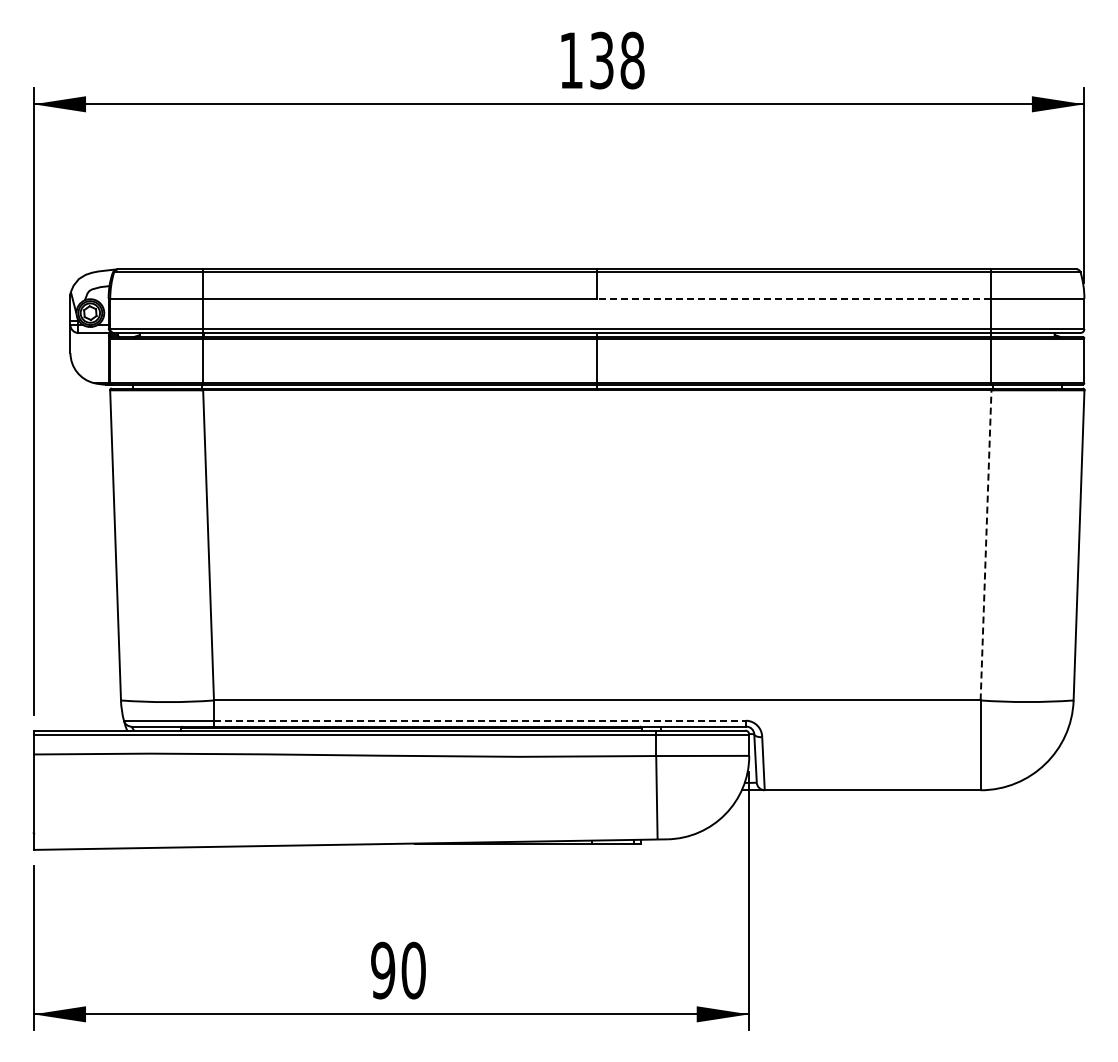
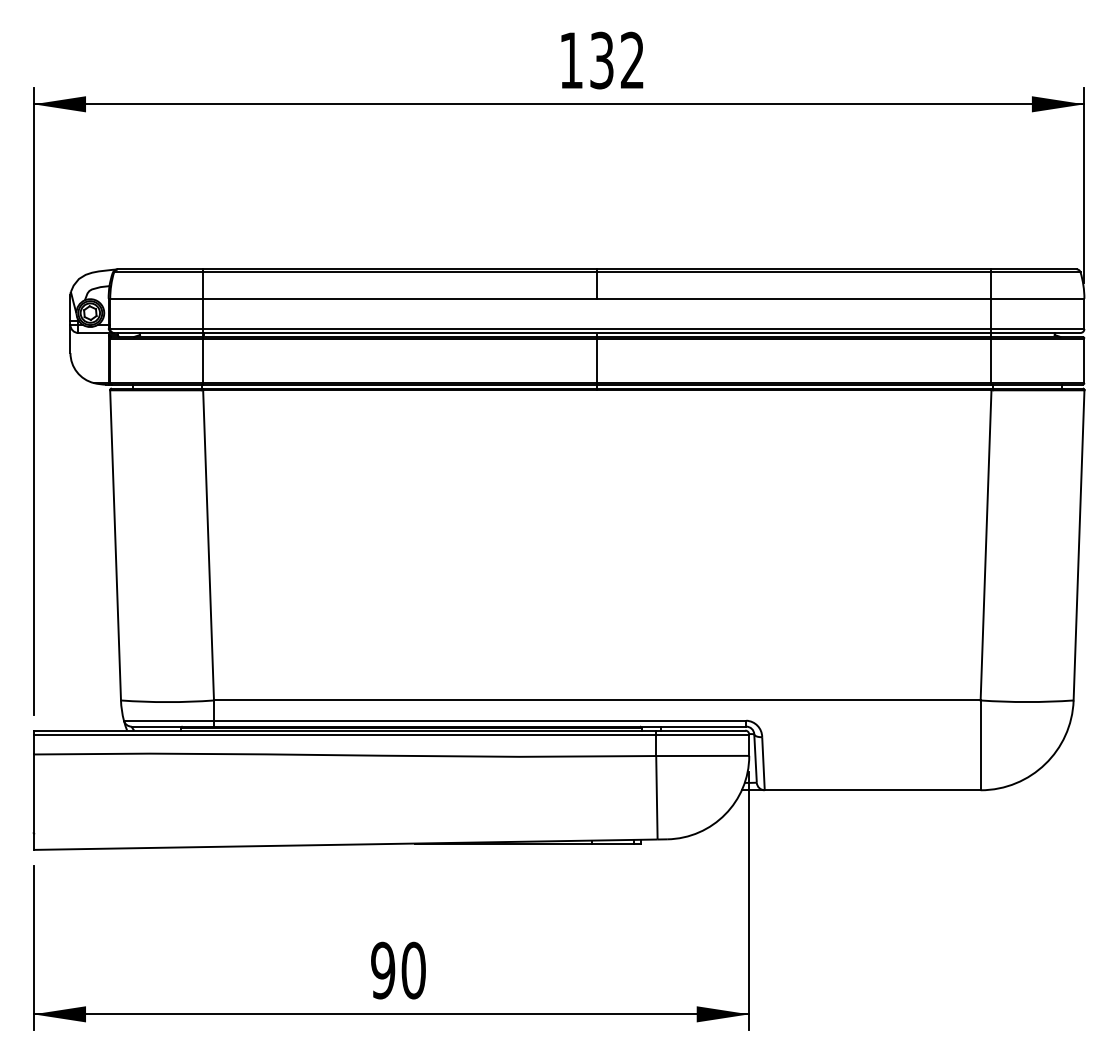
text at (632, 60): 138 -> 132
line at (793, 298): dashed -> solid
line at (986, 544): dashed -> solid
line at (480, 720): dashed -> solid
